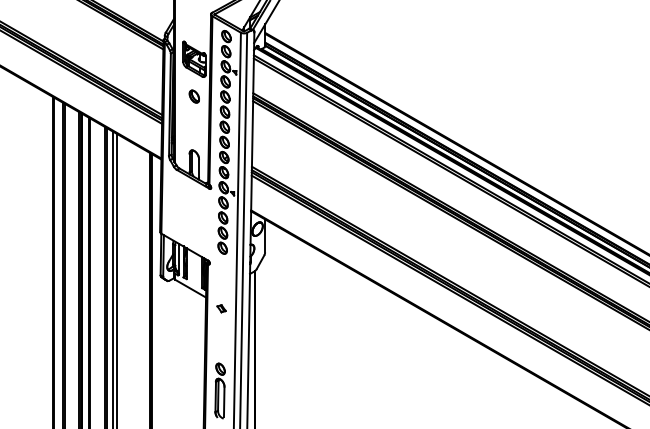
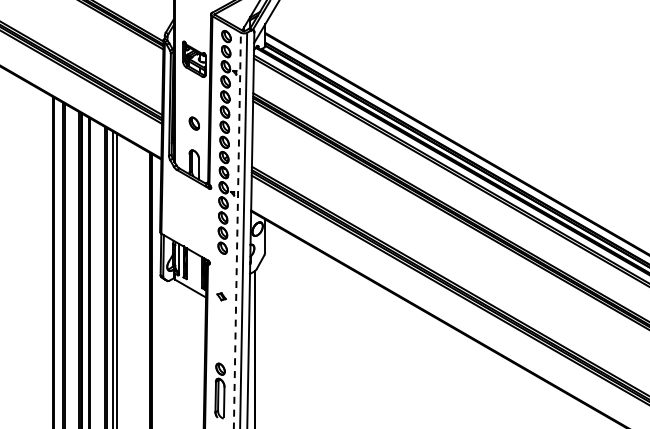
part at (193, 96) position: (193, 96) -> (193, 123)
line at (237, 230): solid -> dashed
part at (221, 308) position: (221, 308) -> (221, 296)
